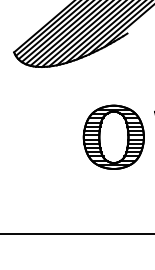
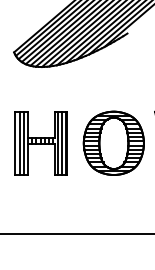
part at (113, 136) position: (113, 136) -> (113, 142)
part at (40, 143): none -> present
